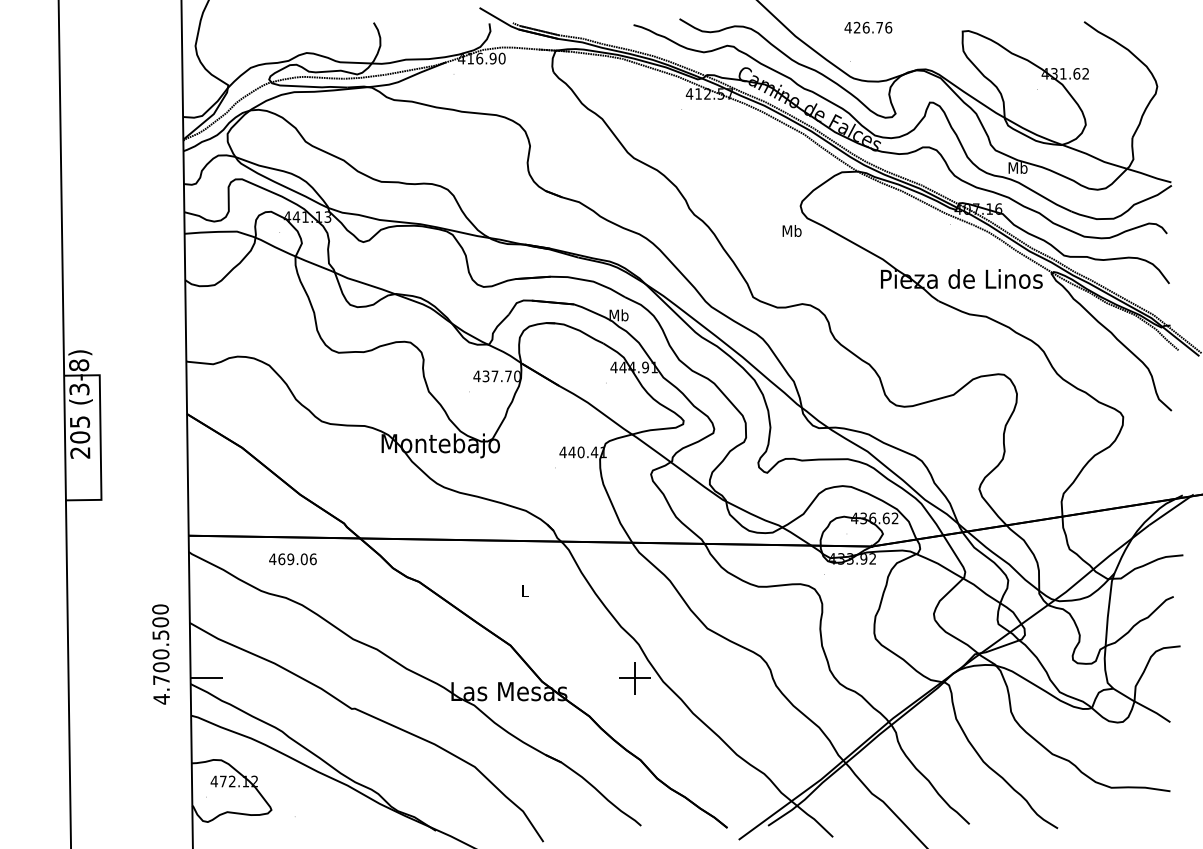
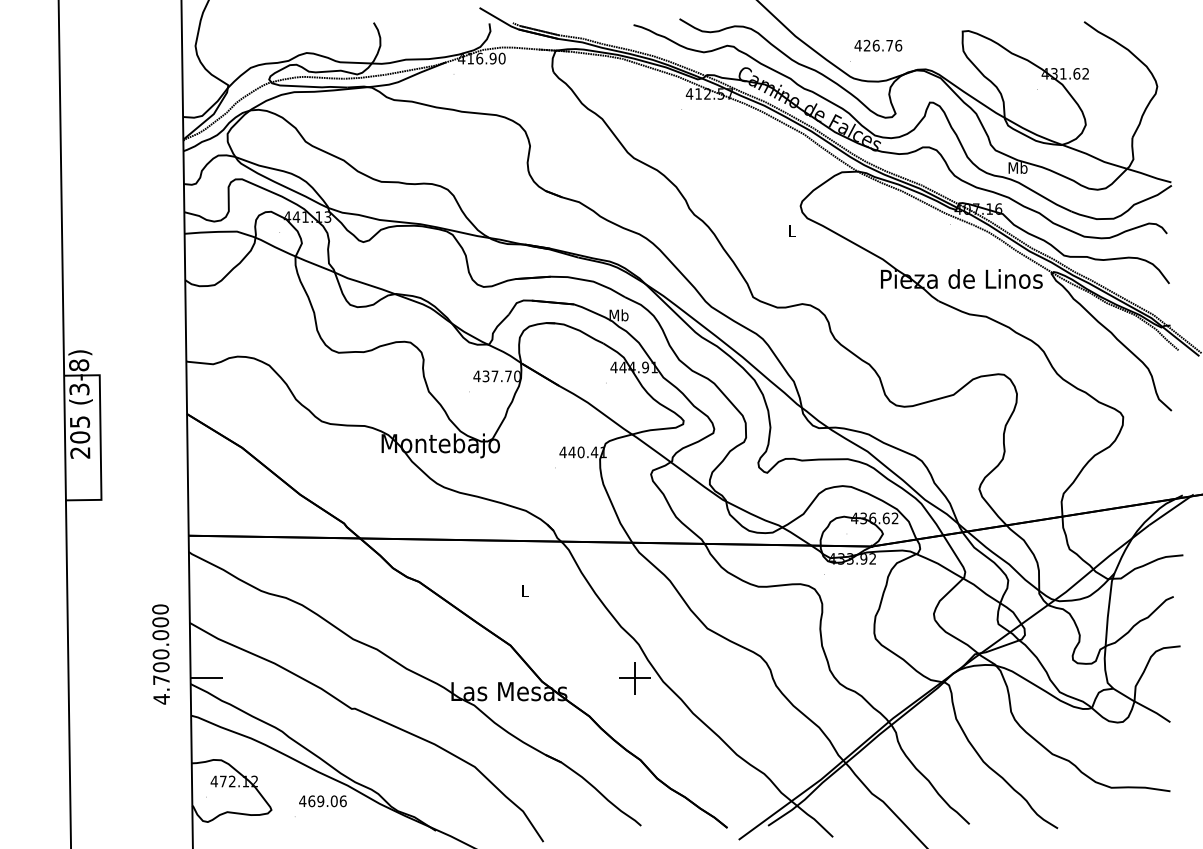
text at (868, 27) position: (868, 27) -> (878, 45)
text at (791, 230): Mb -> L
text at (292, 559) position: (292, 559) -> (322, 801)
text at (160, 635): 4.700.500 -> 4.700.000
